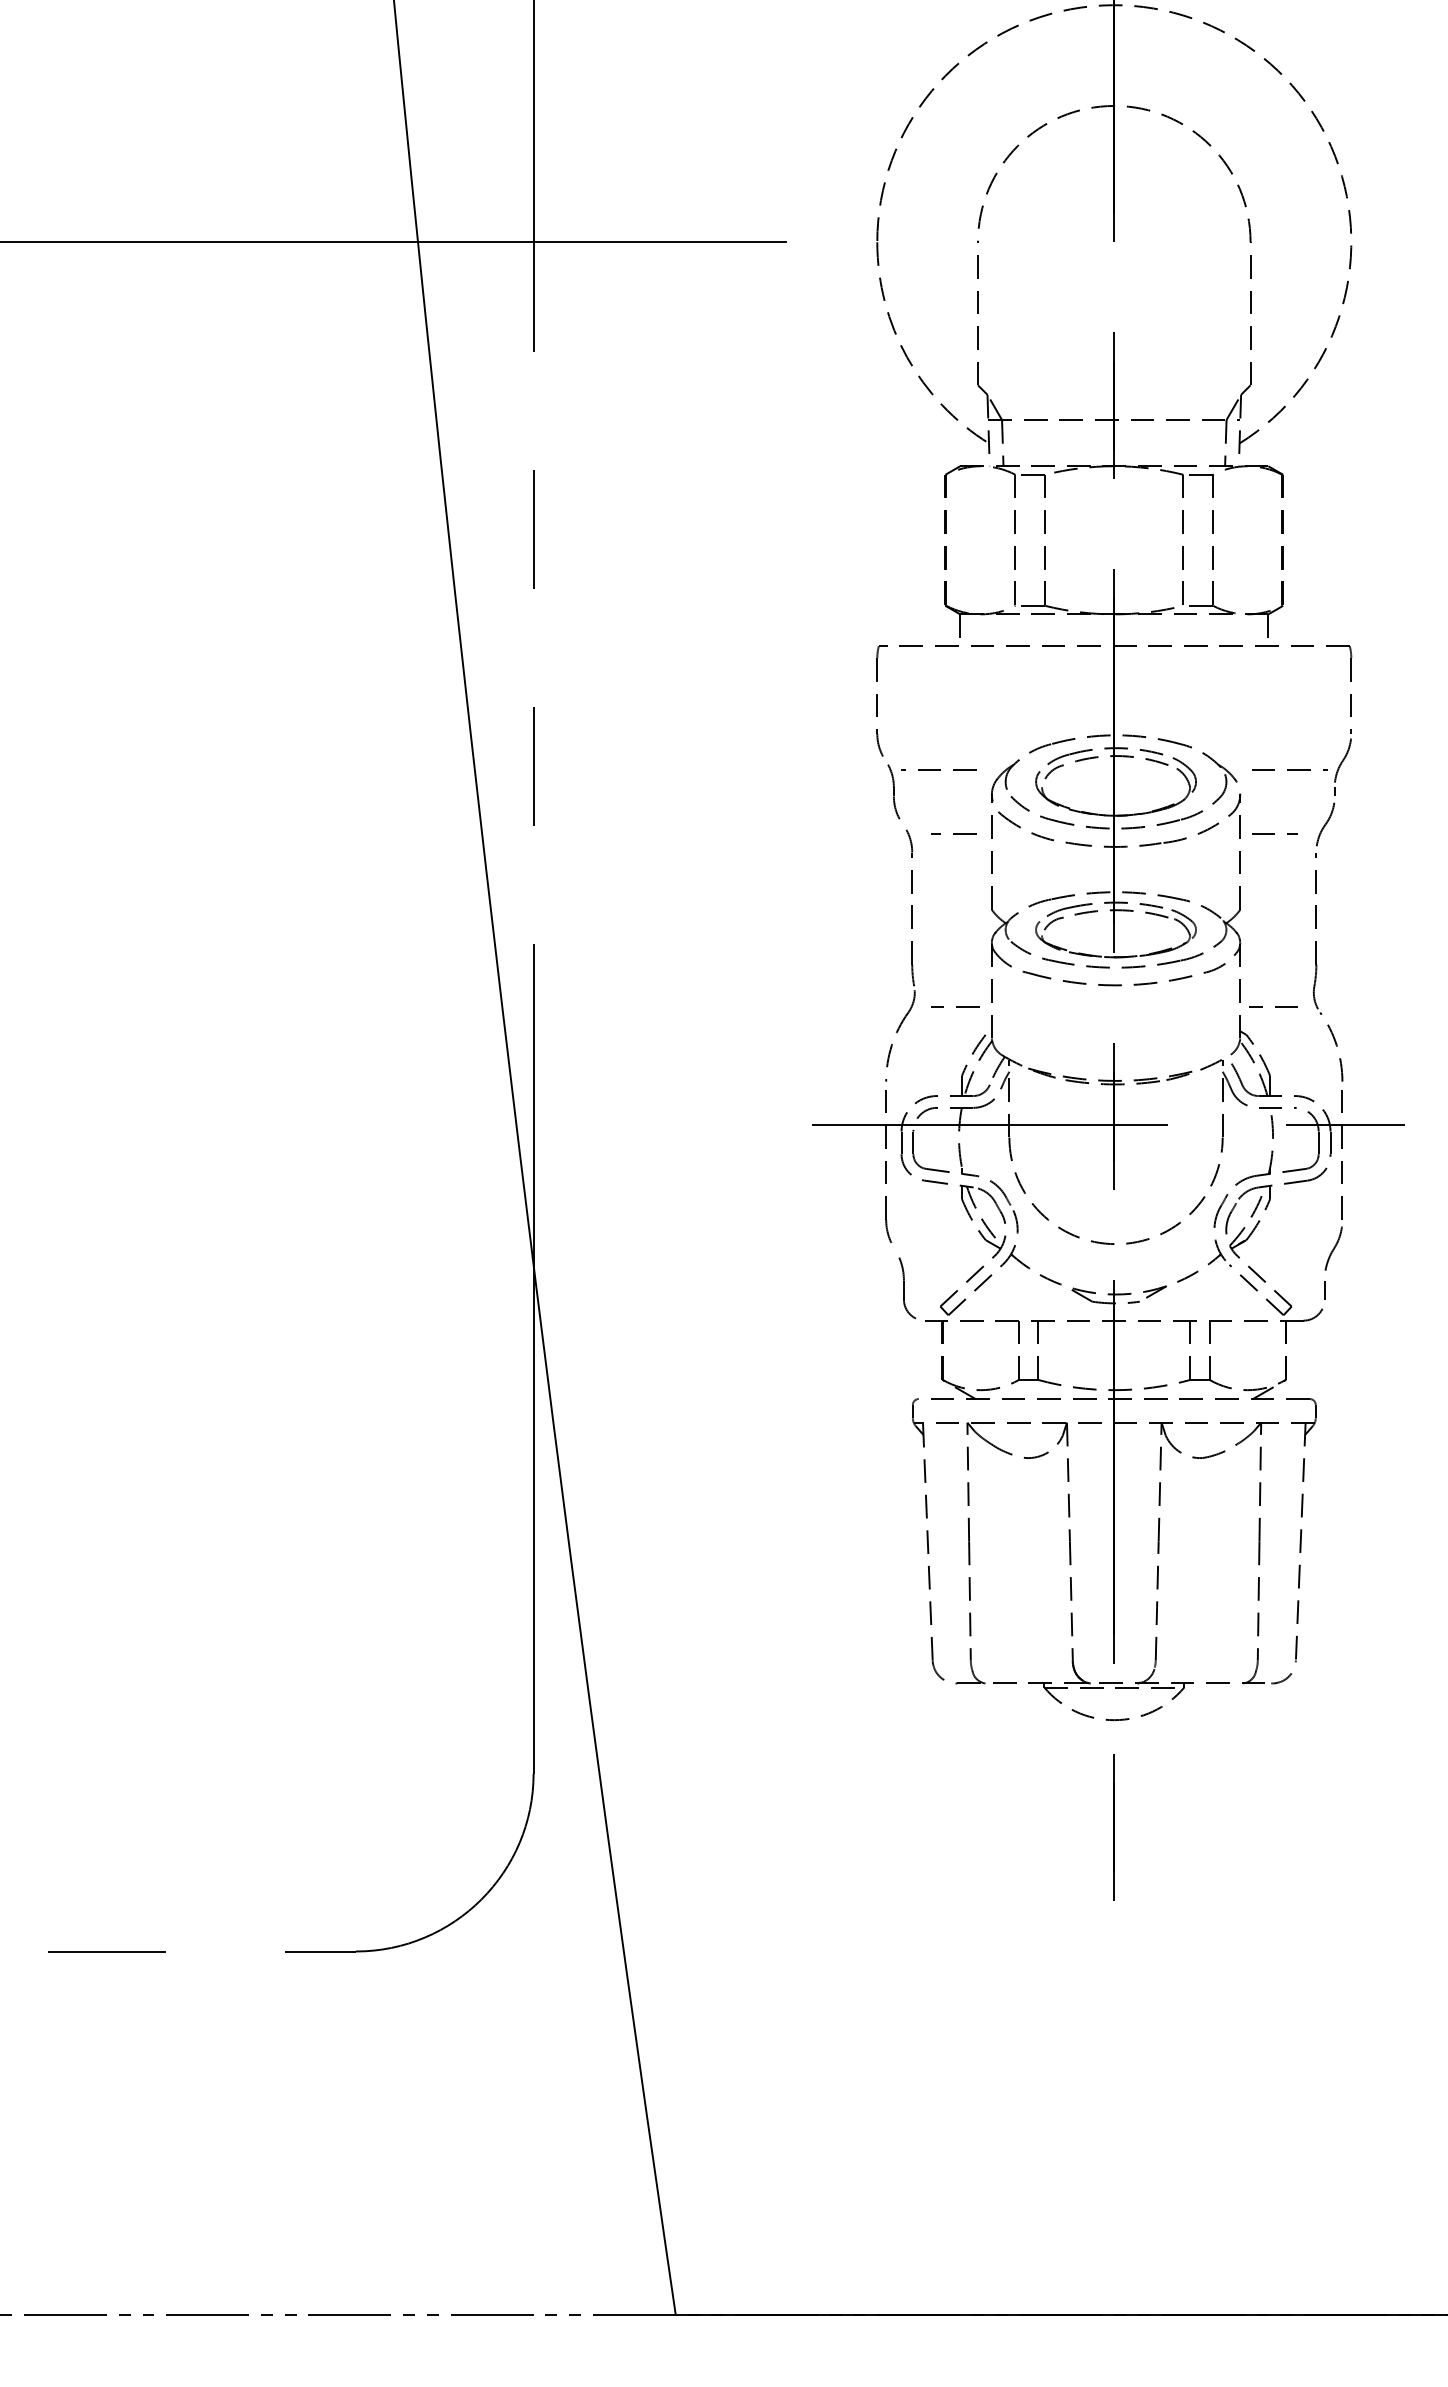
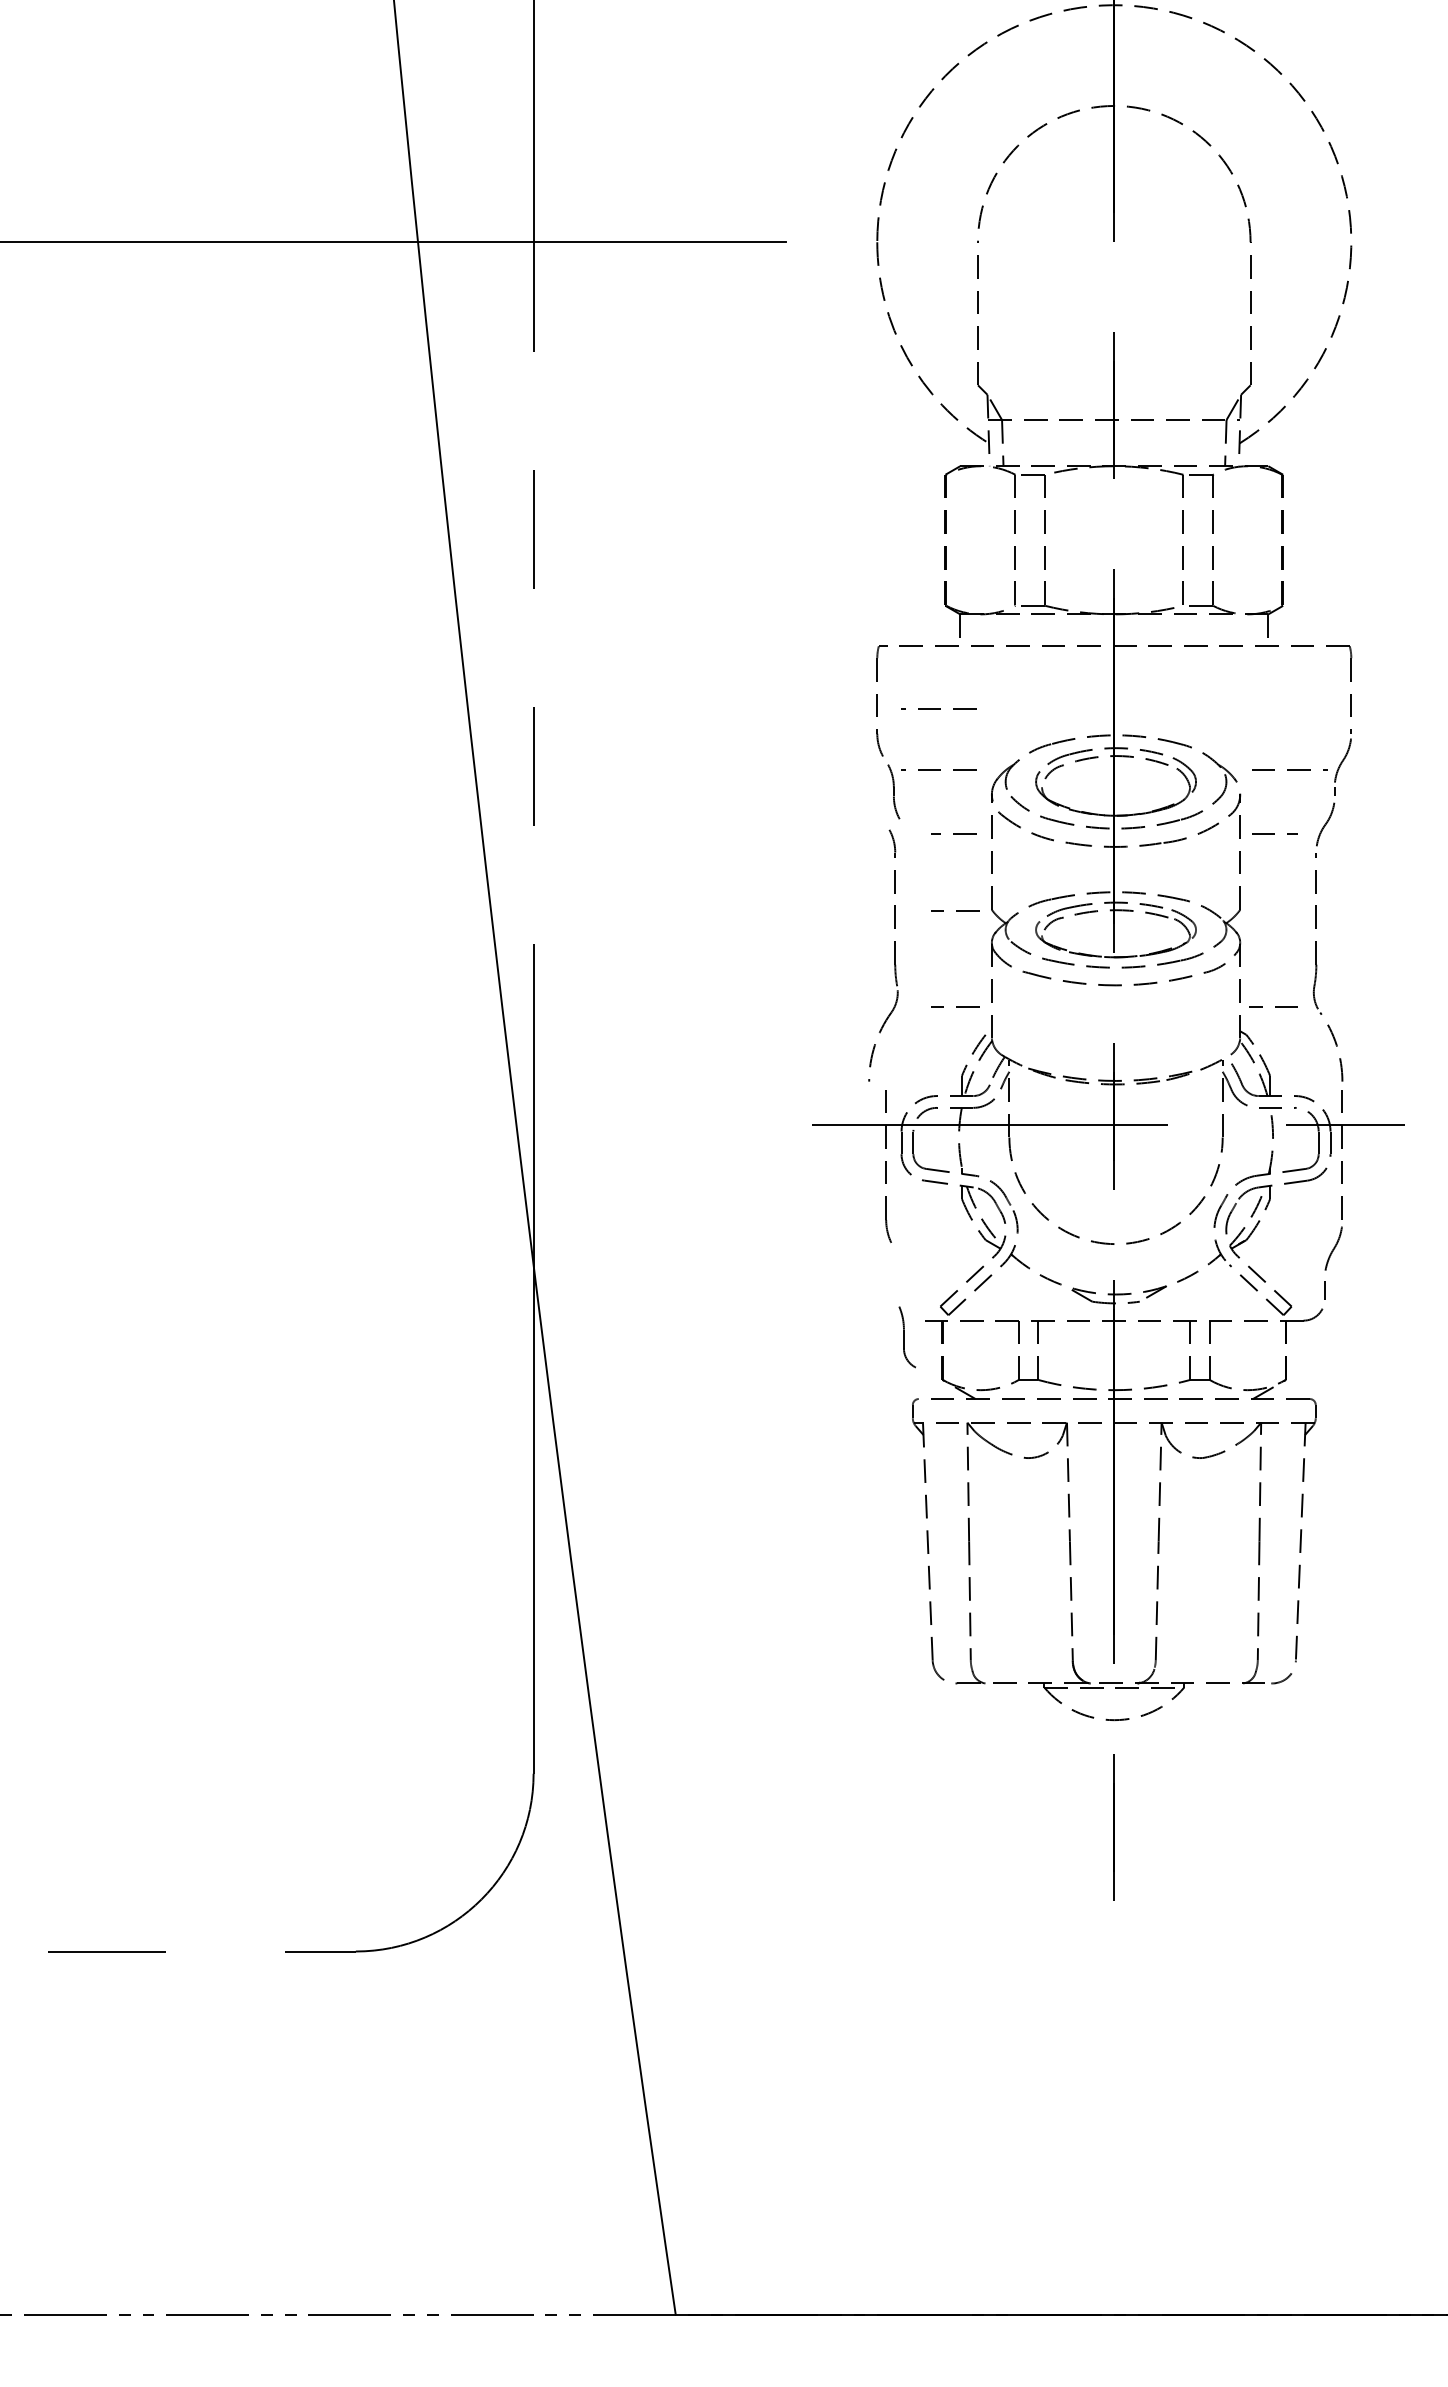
line at (938, 708): none -> present
line at (956, 910): none -> present
part at (911, 955) position: (911, 955) -> (894, 955)
part at (906, 1288) position: (906, 1288) -> (906, 1337)
